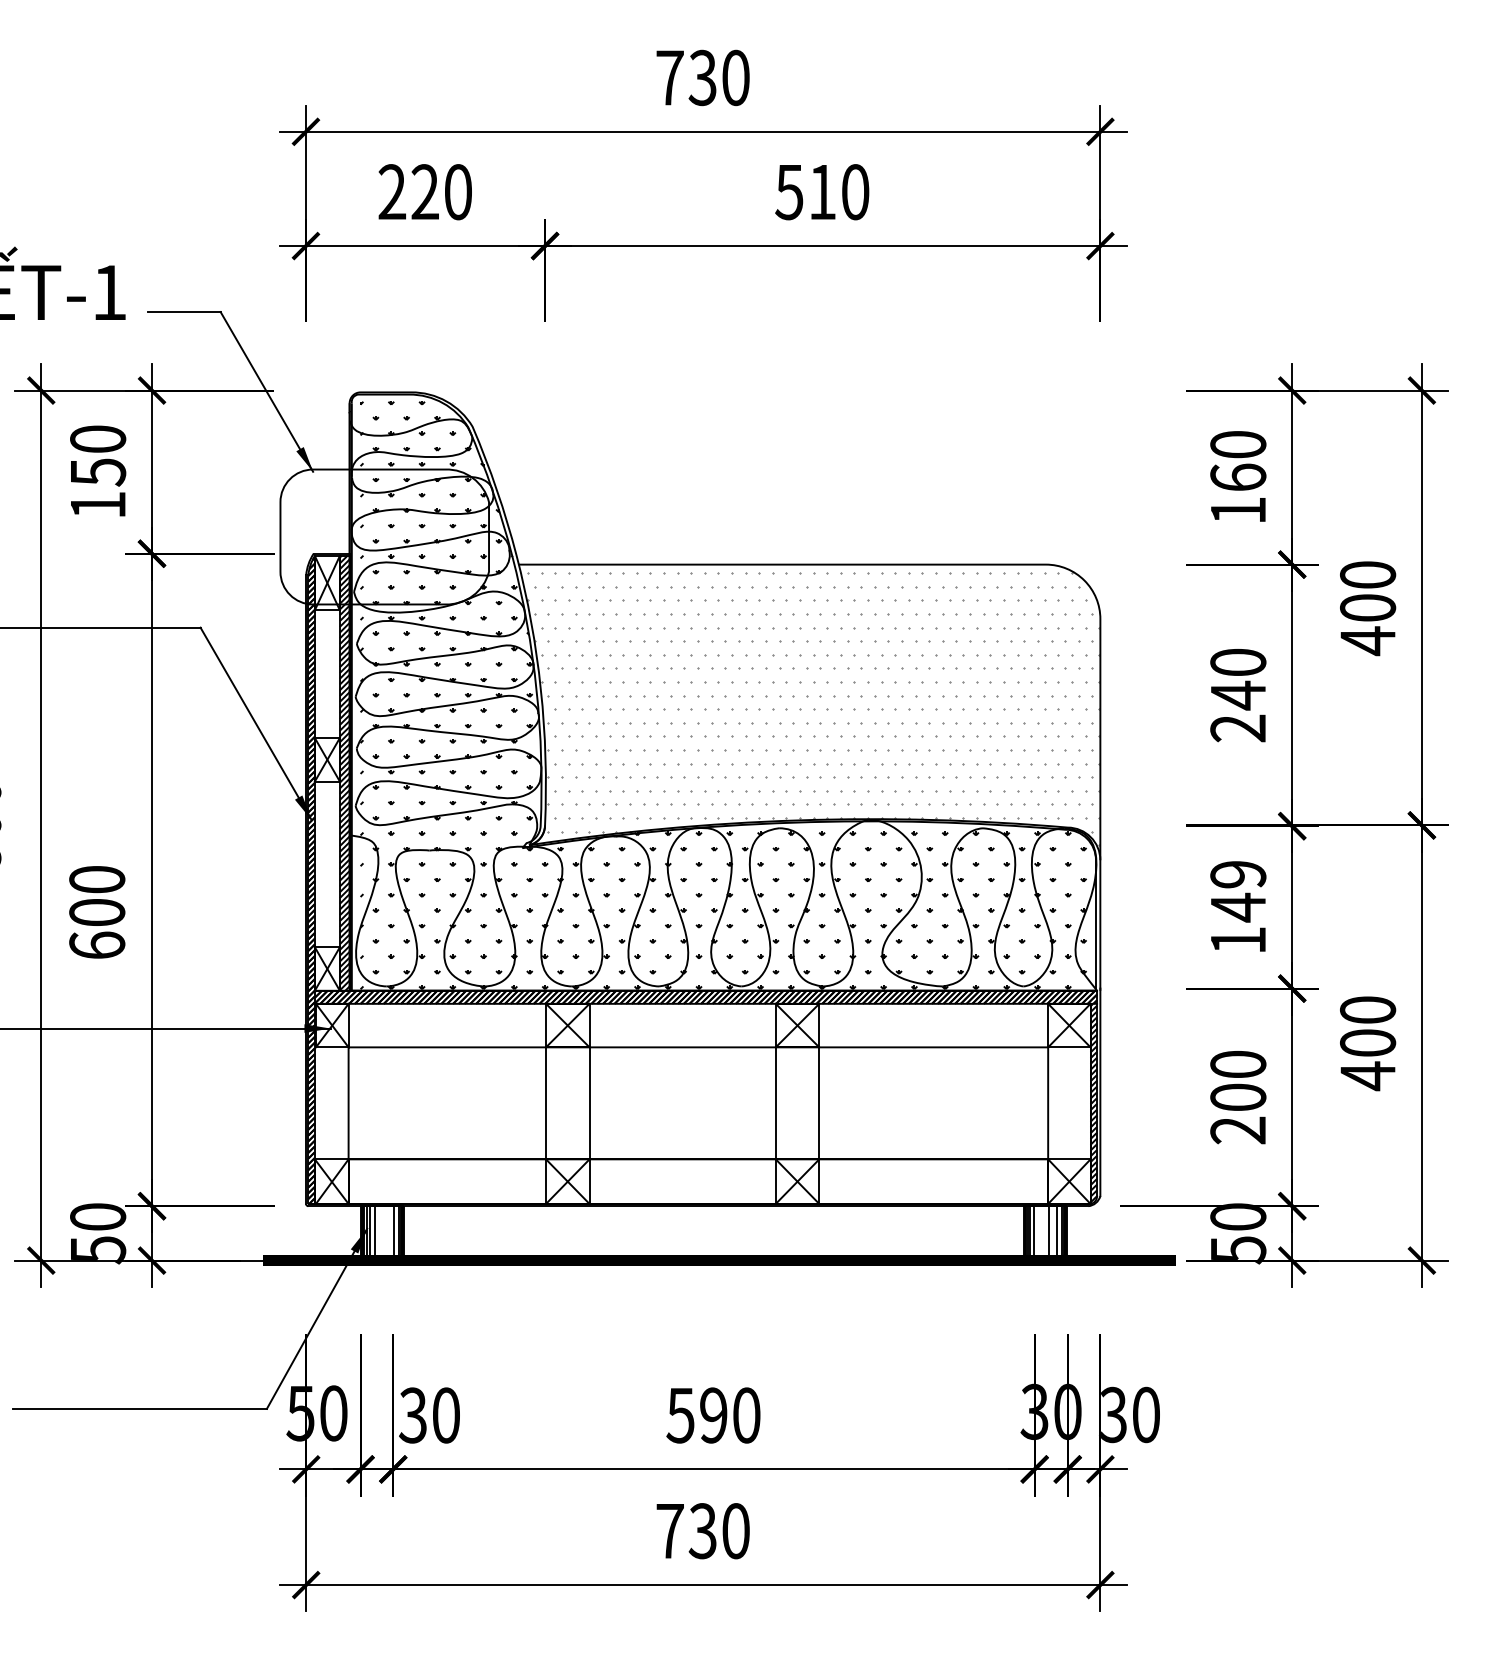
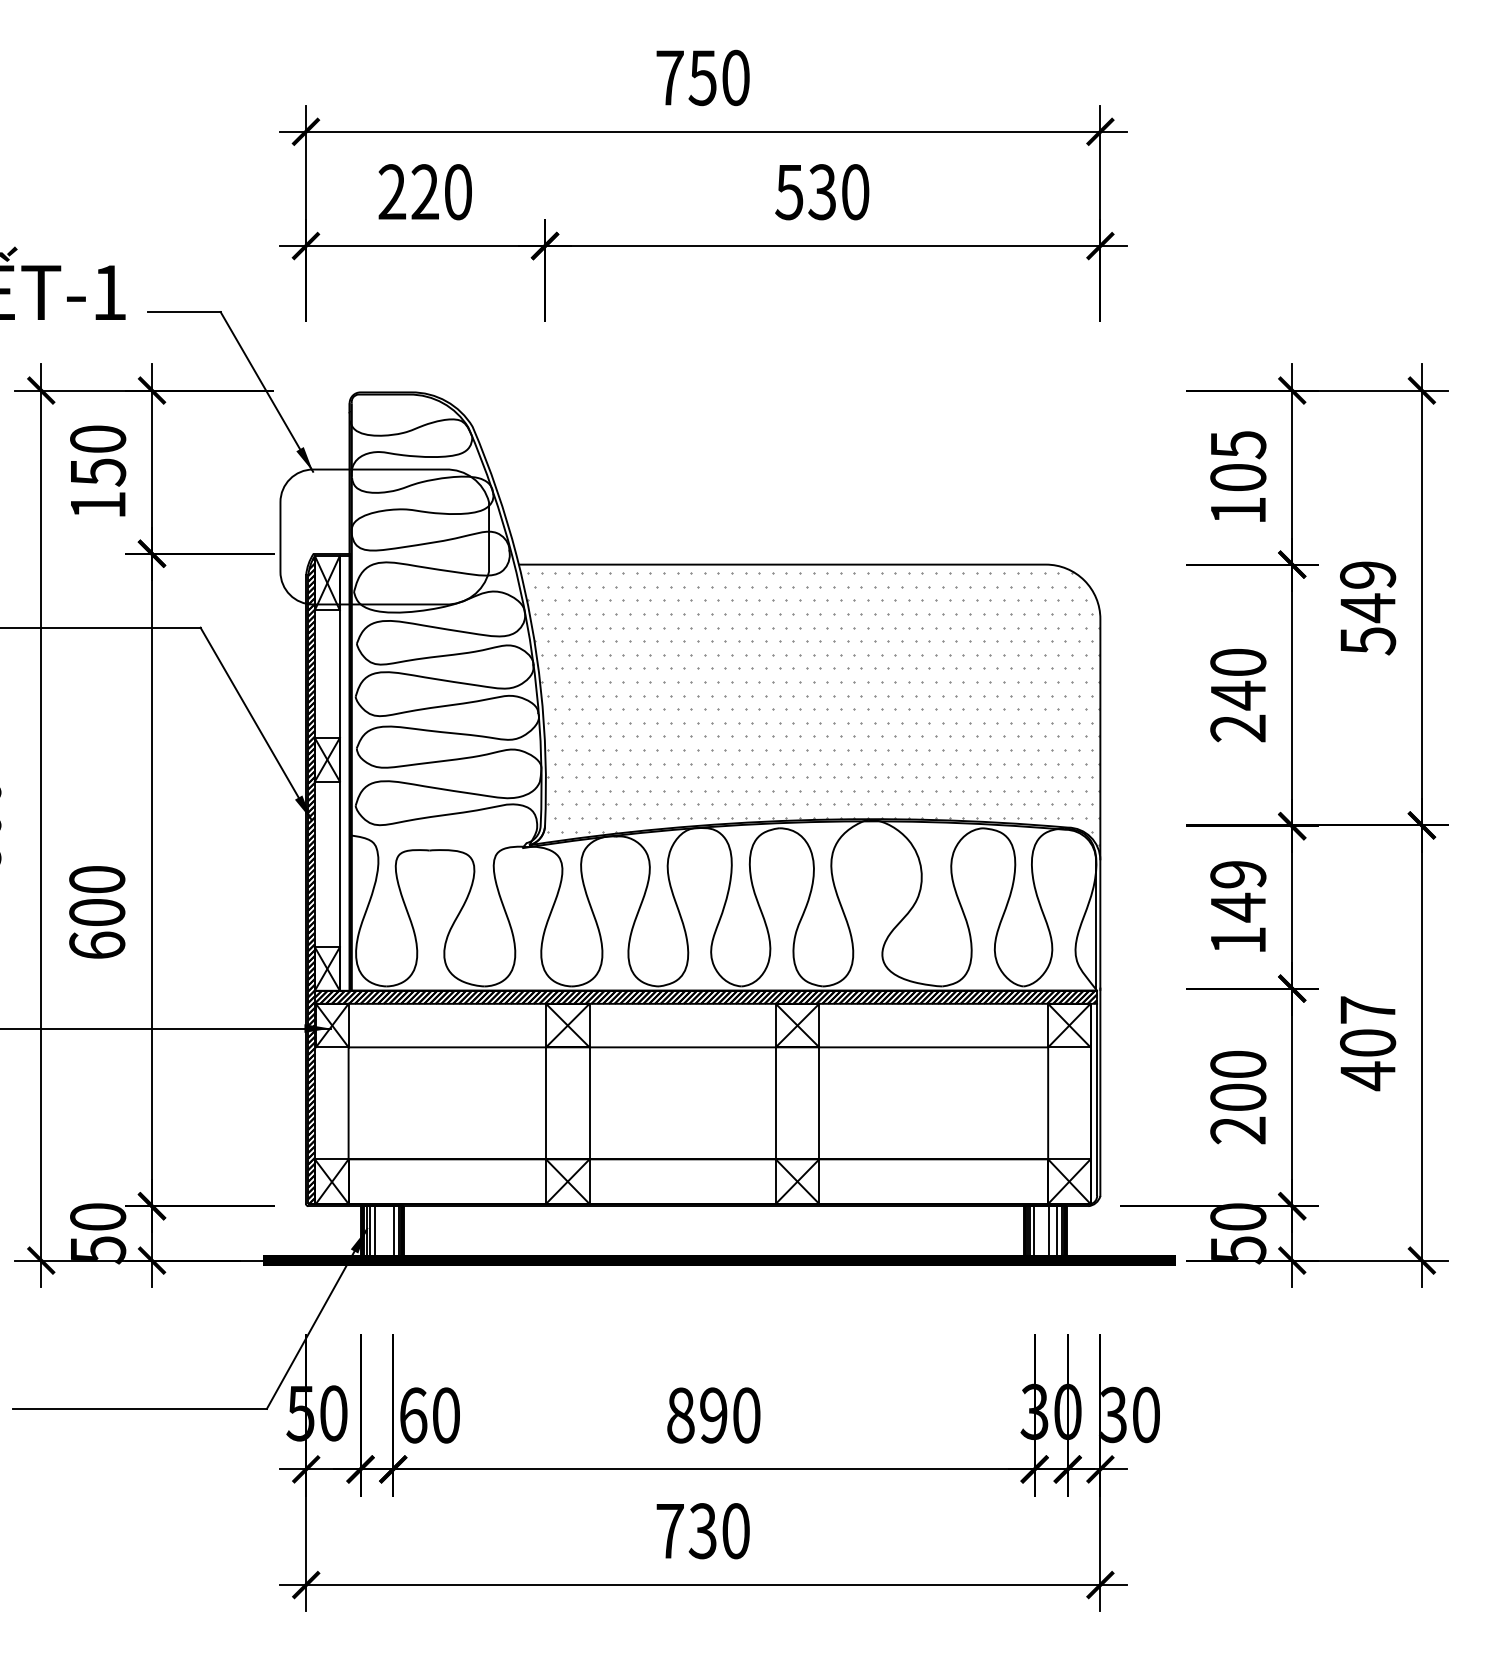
text at (702, 77): 730 -> 750
text at (821, 192): 510 -> 530
text at (1238, 461): 160 -> 105
text at (1368, 608): 400 -> 549
hatch at (723, 694): present -> none
hatch at (344, 772): present -> none
text at (1368, 1009): 400 -> 407
hatch at (1093, 1102): present -> none
text at (413, 1415): 30 -> 60
text at (680, 1415): 590 -> 890
